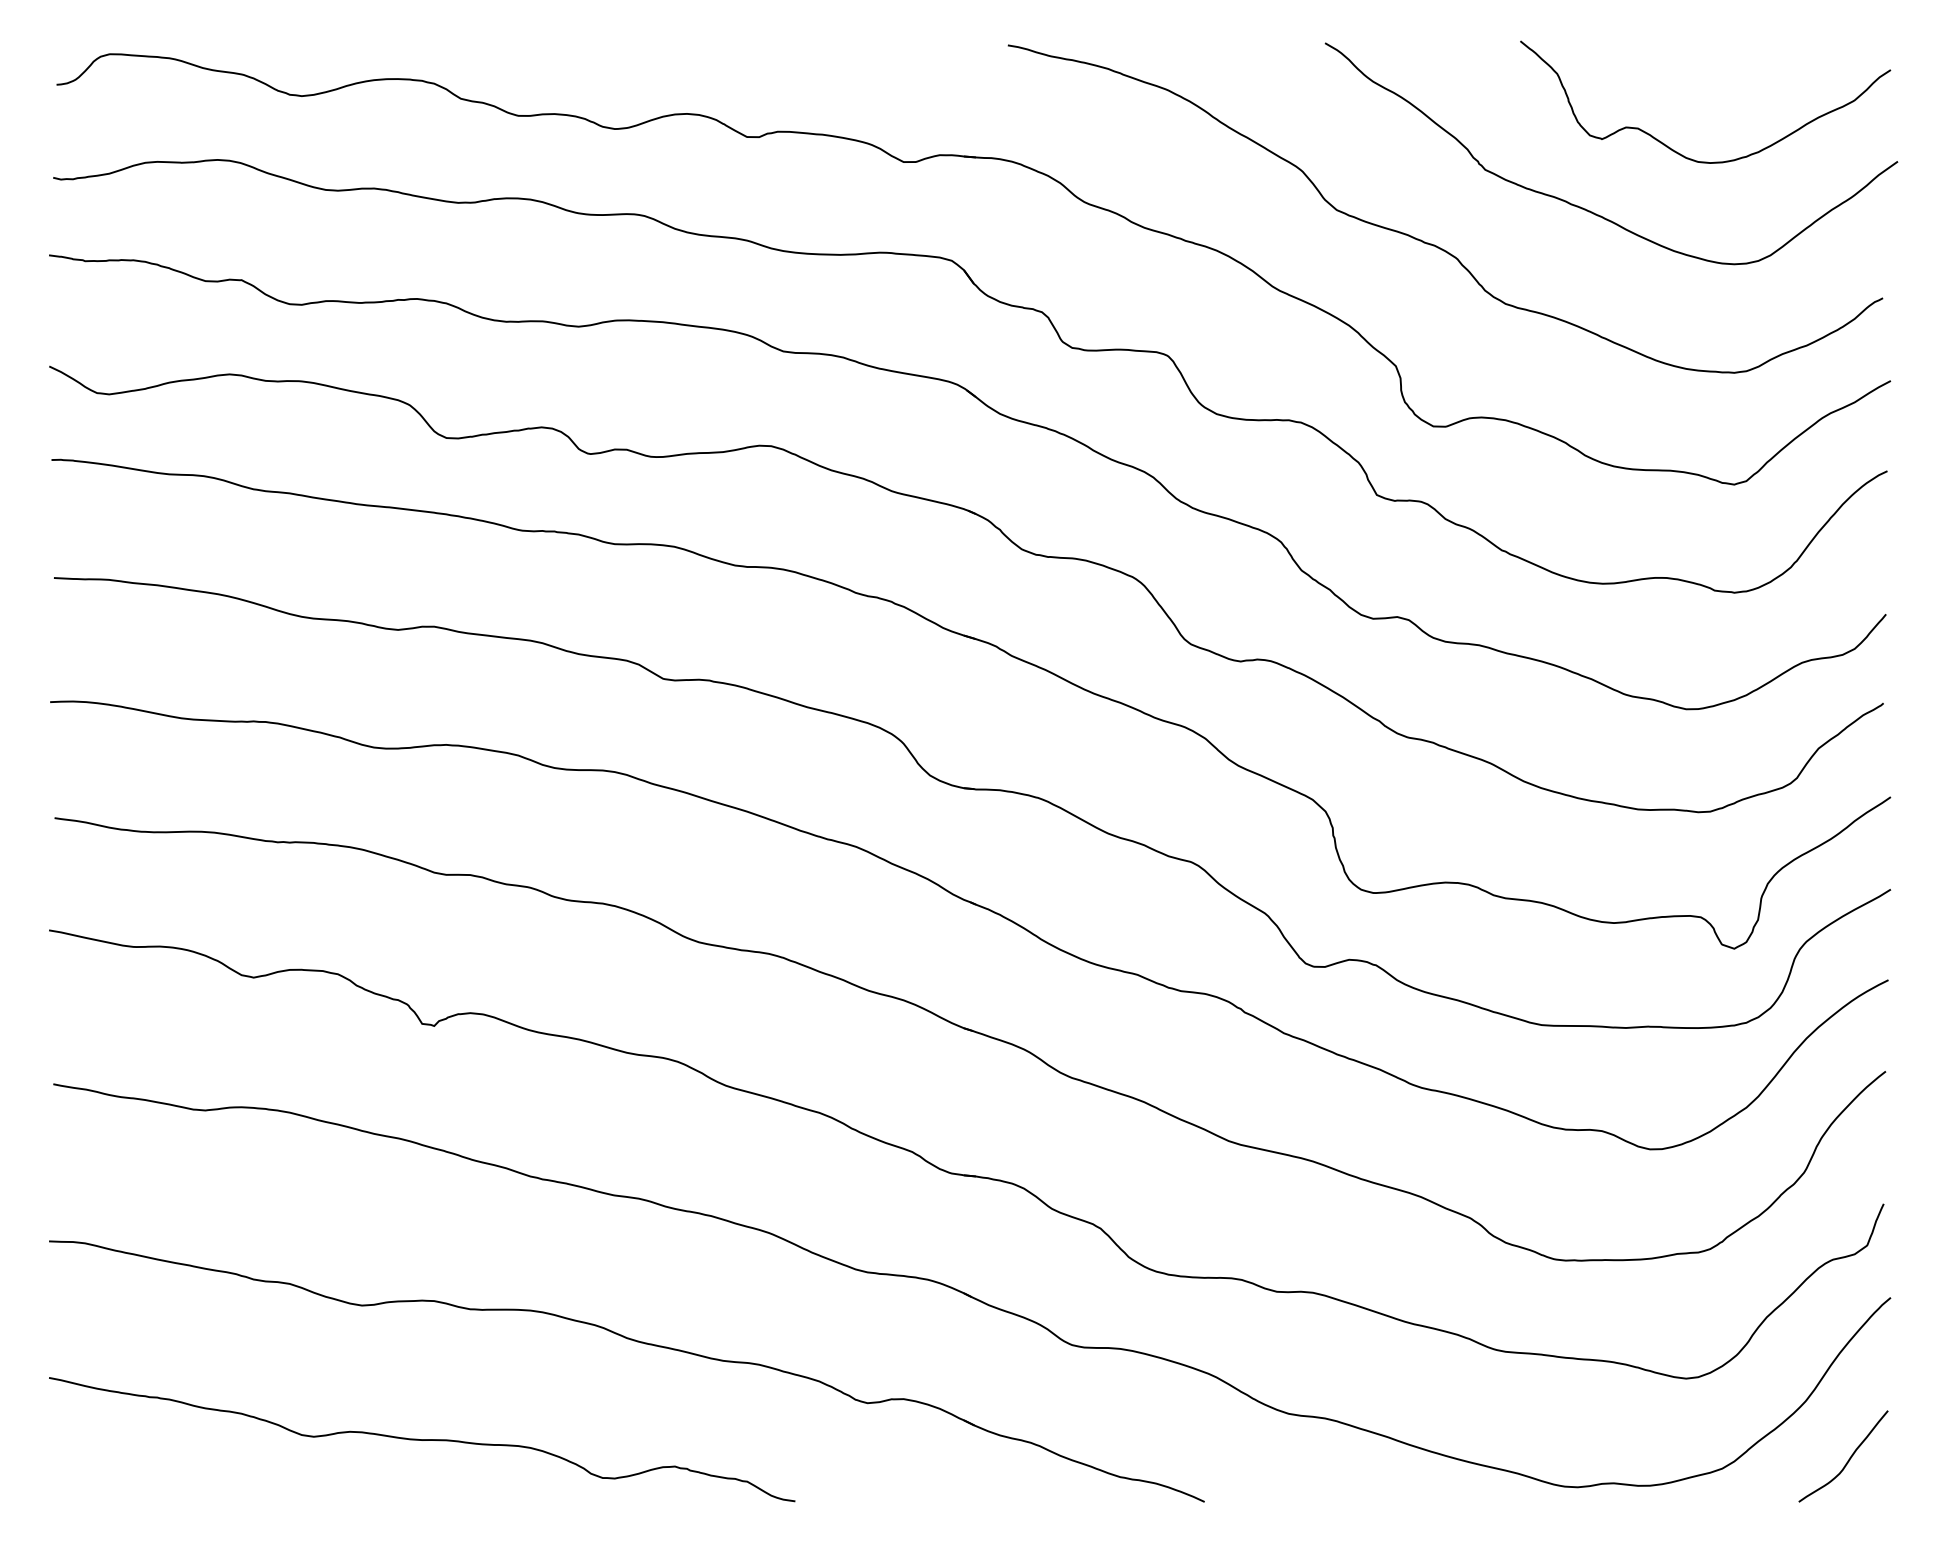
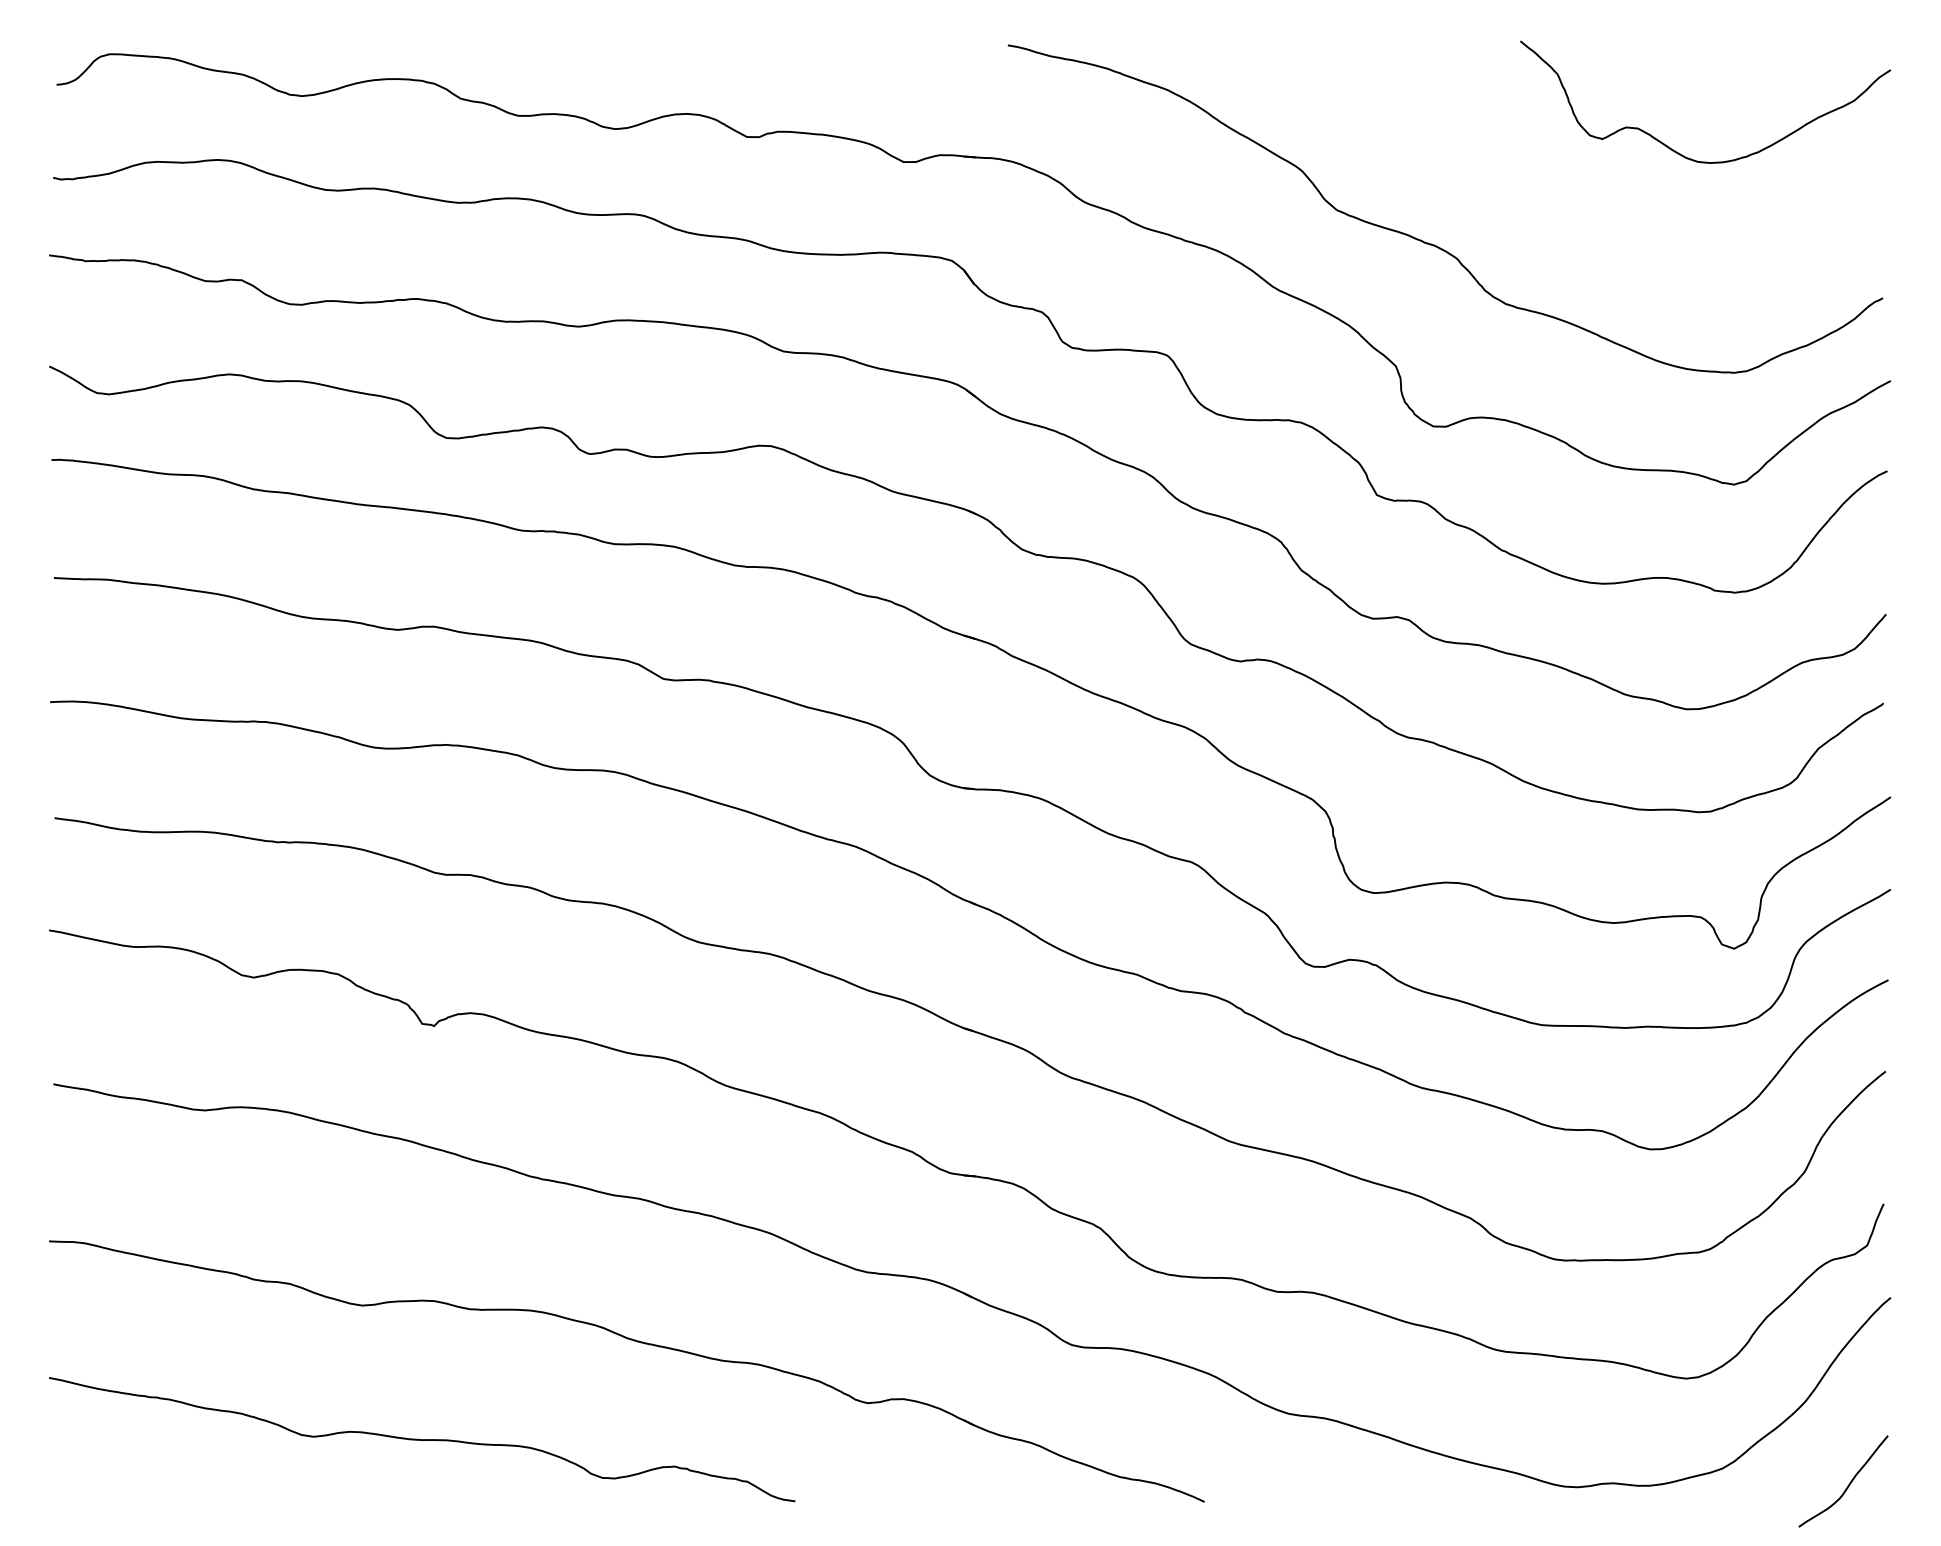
curve at (1590, 210): present -> none
curve at (1847, 1460) position: (1847, 1460) -> (1847, 1485)
